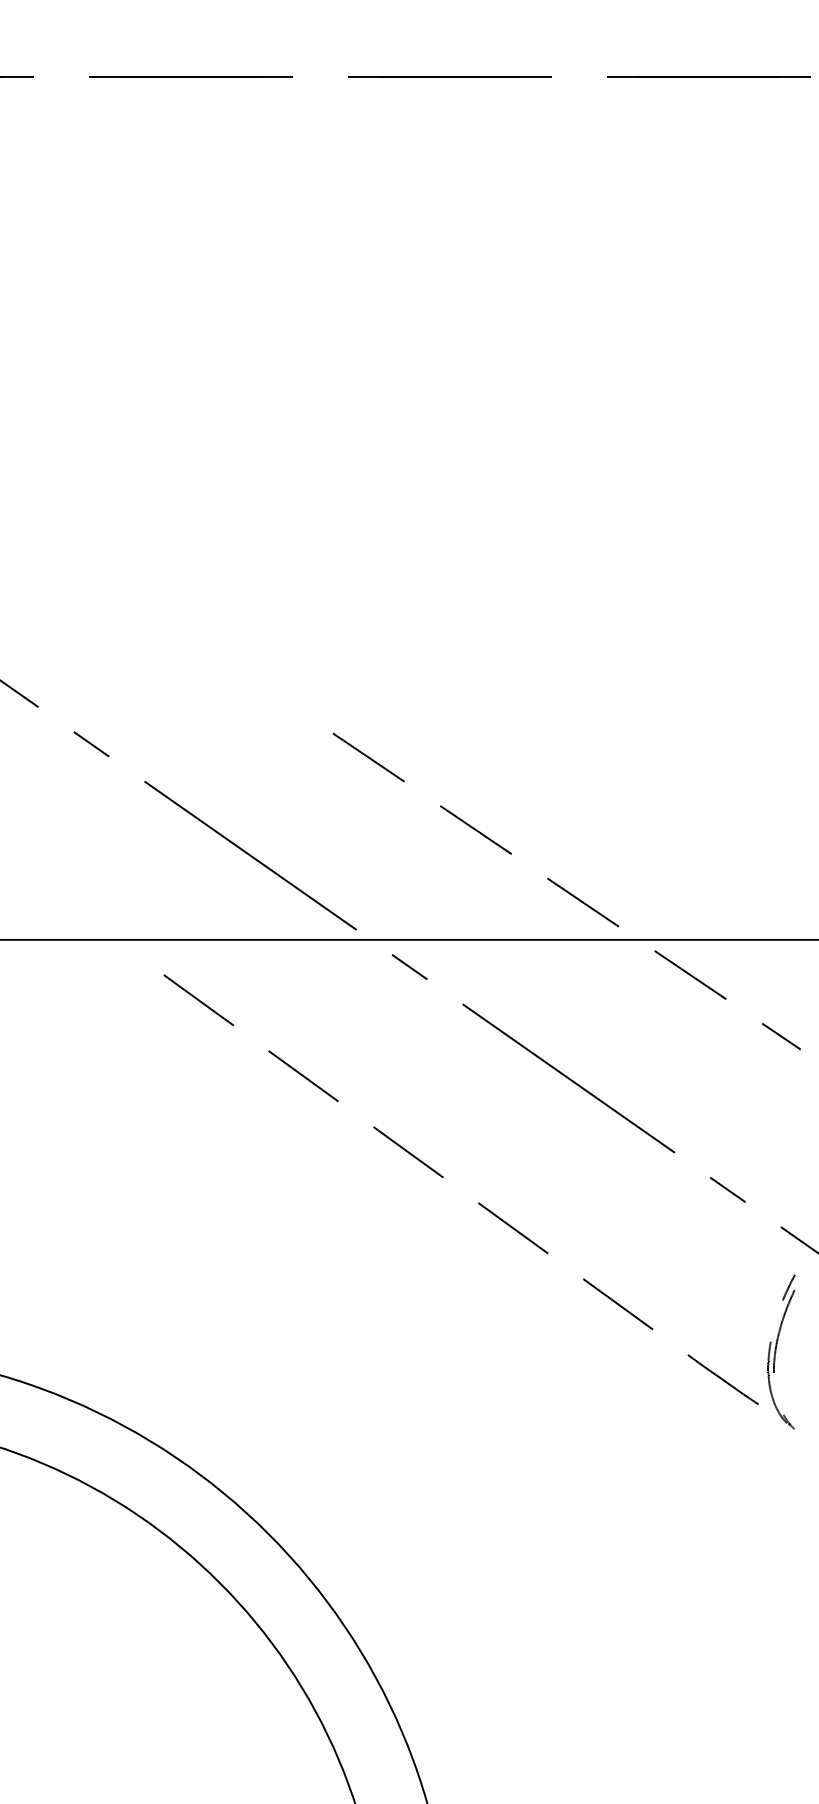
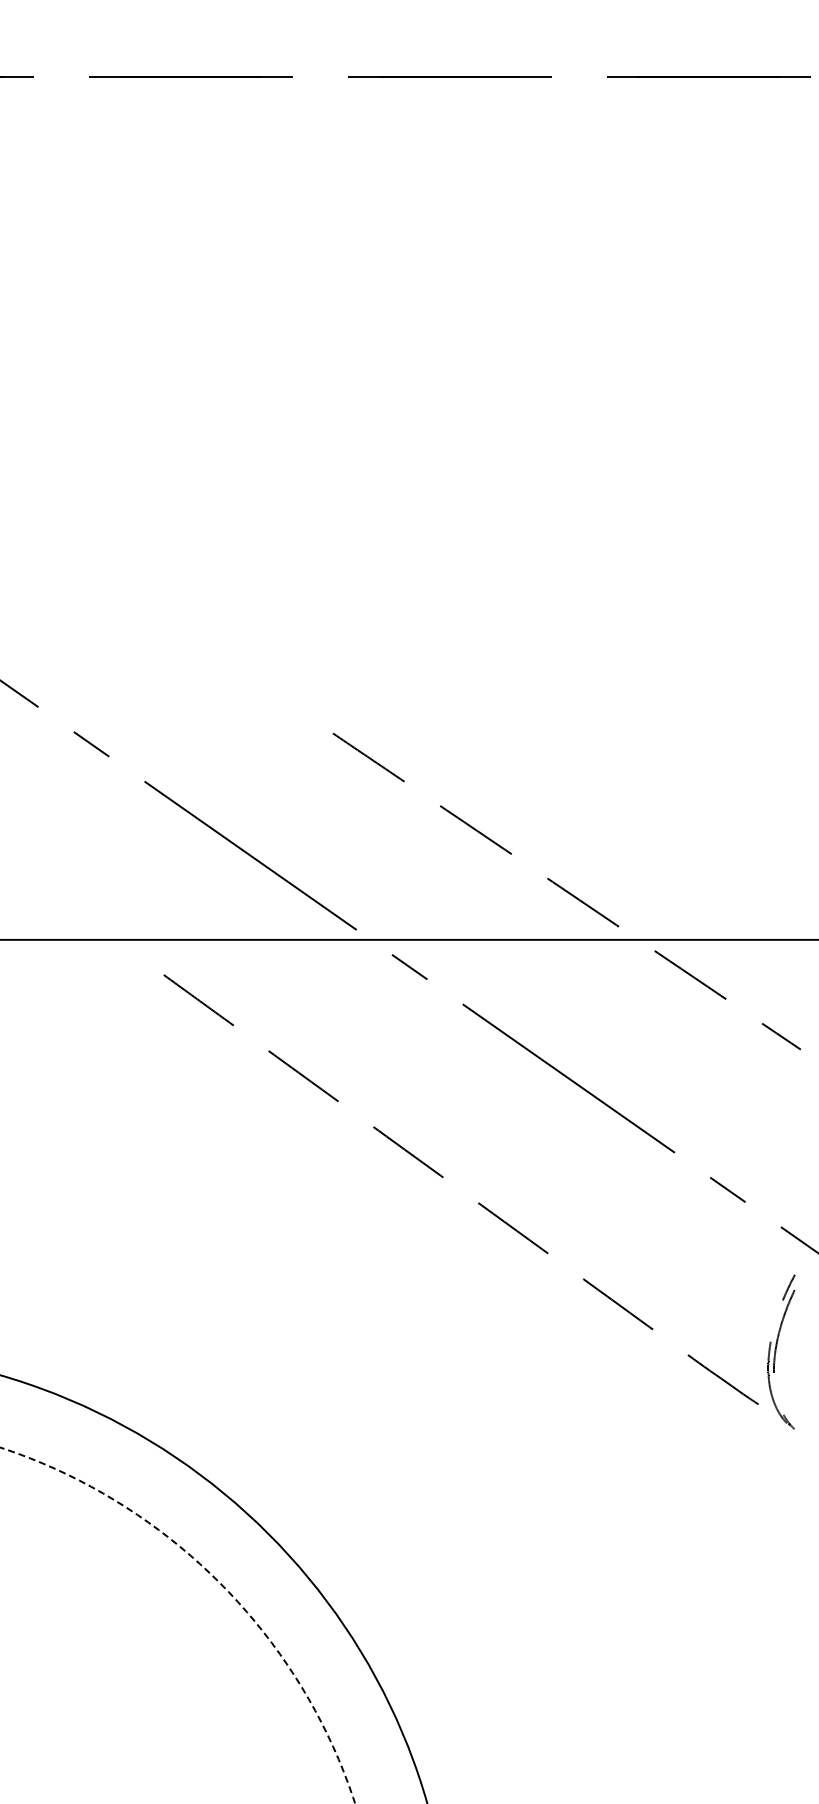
circle at (177, 1625): solid -> dashed
